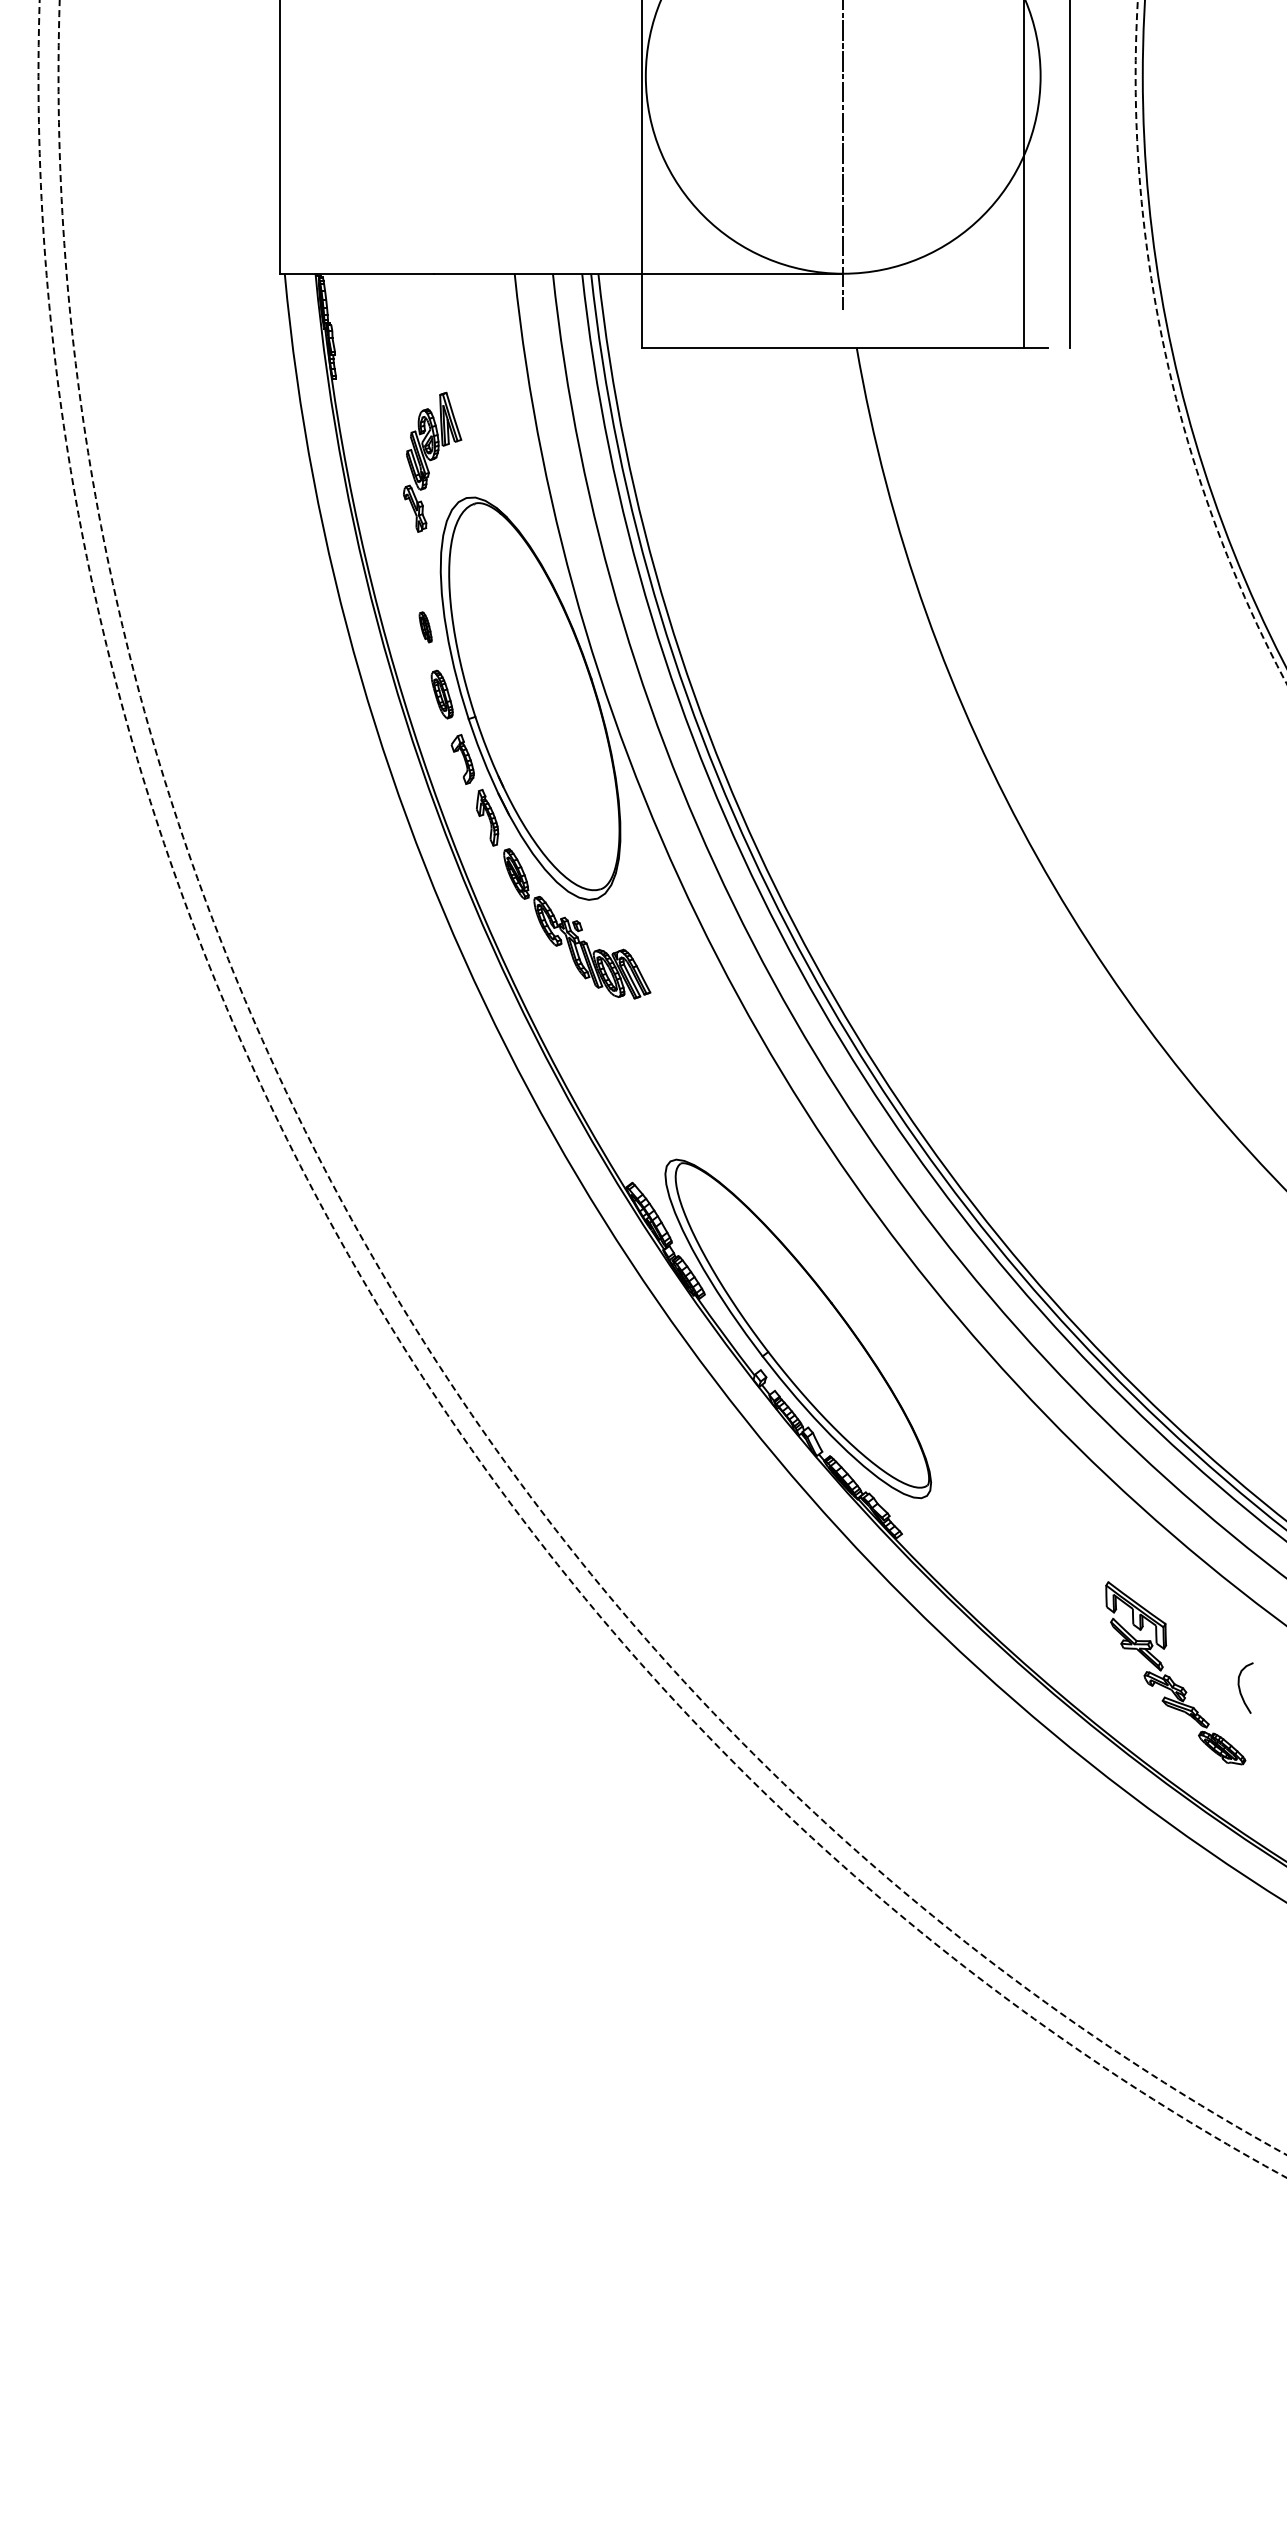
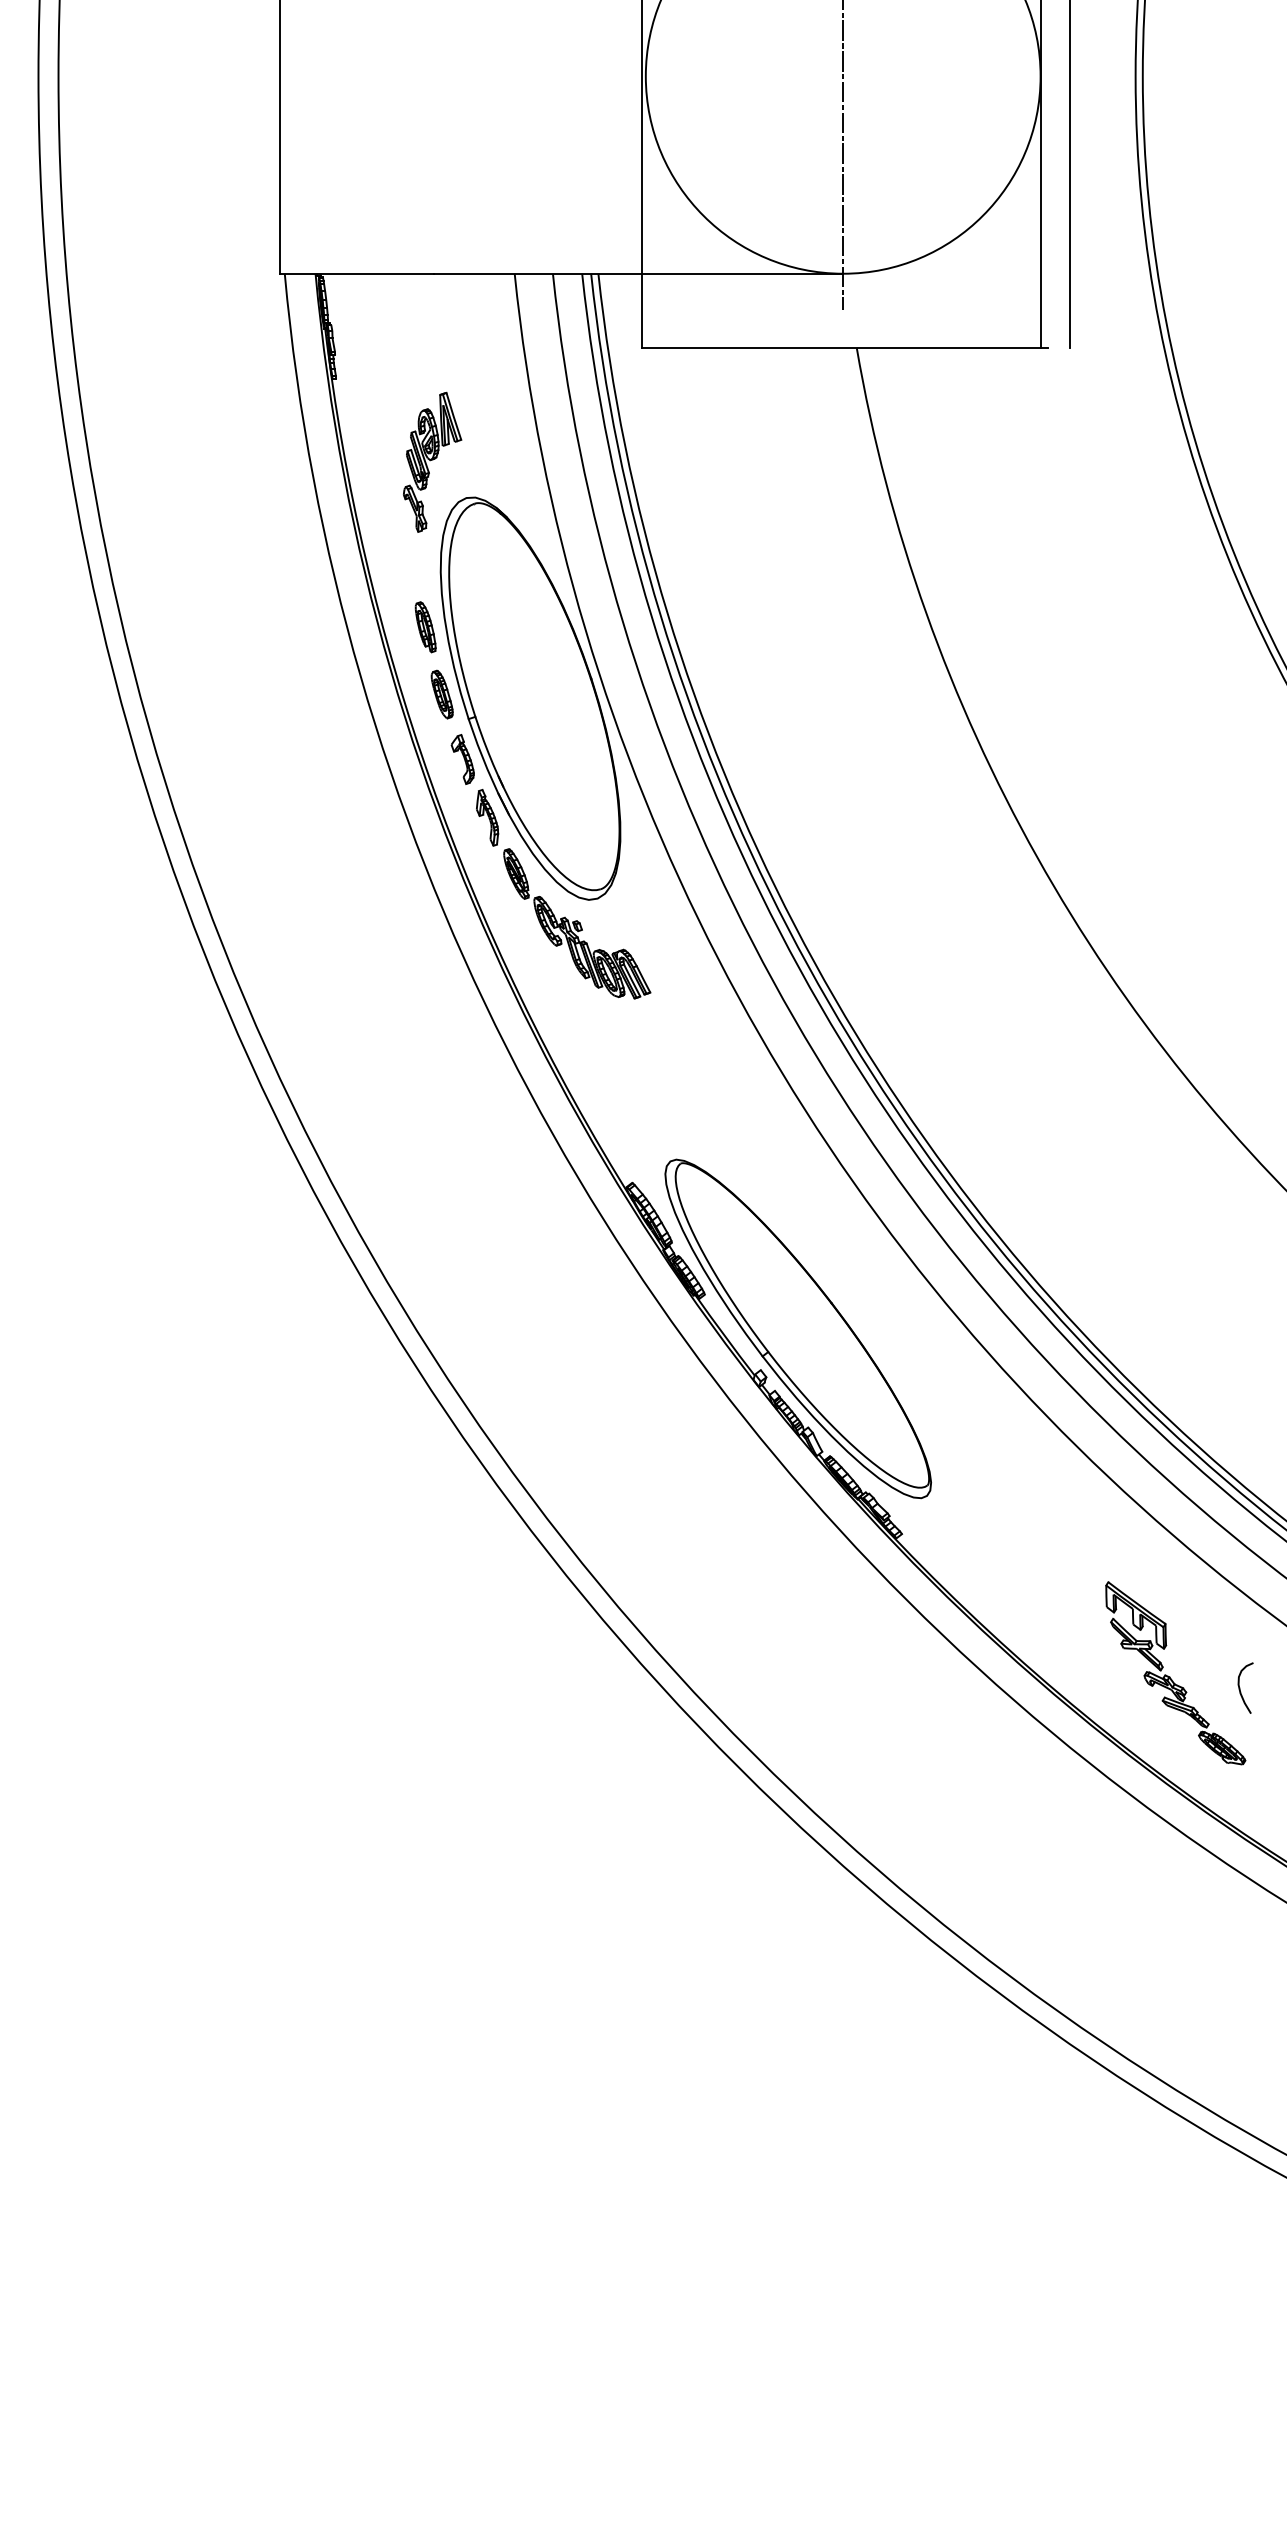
line at (1023, 175) position: (1023, 175) -> (1040, 175)
arc at (1165, 352): dashed -> solid
part at (425, 627) size: 15x33 px -> 23x53 px
circle at (672, 1077): dashed -> solid
circle at (662, 1088): dashed -> solid
